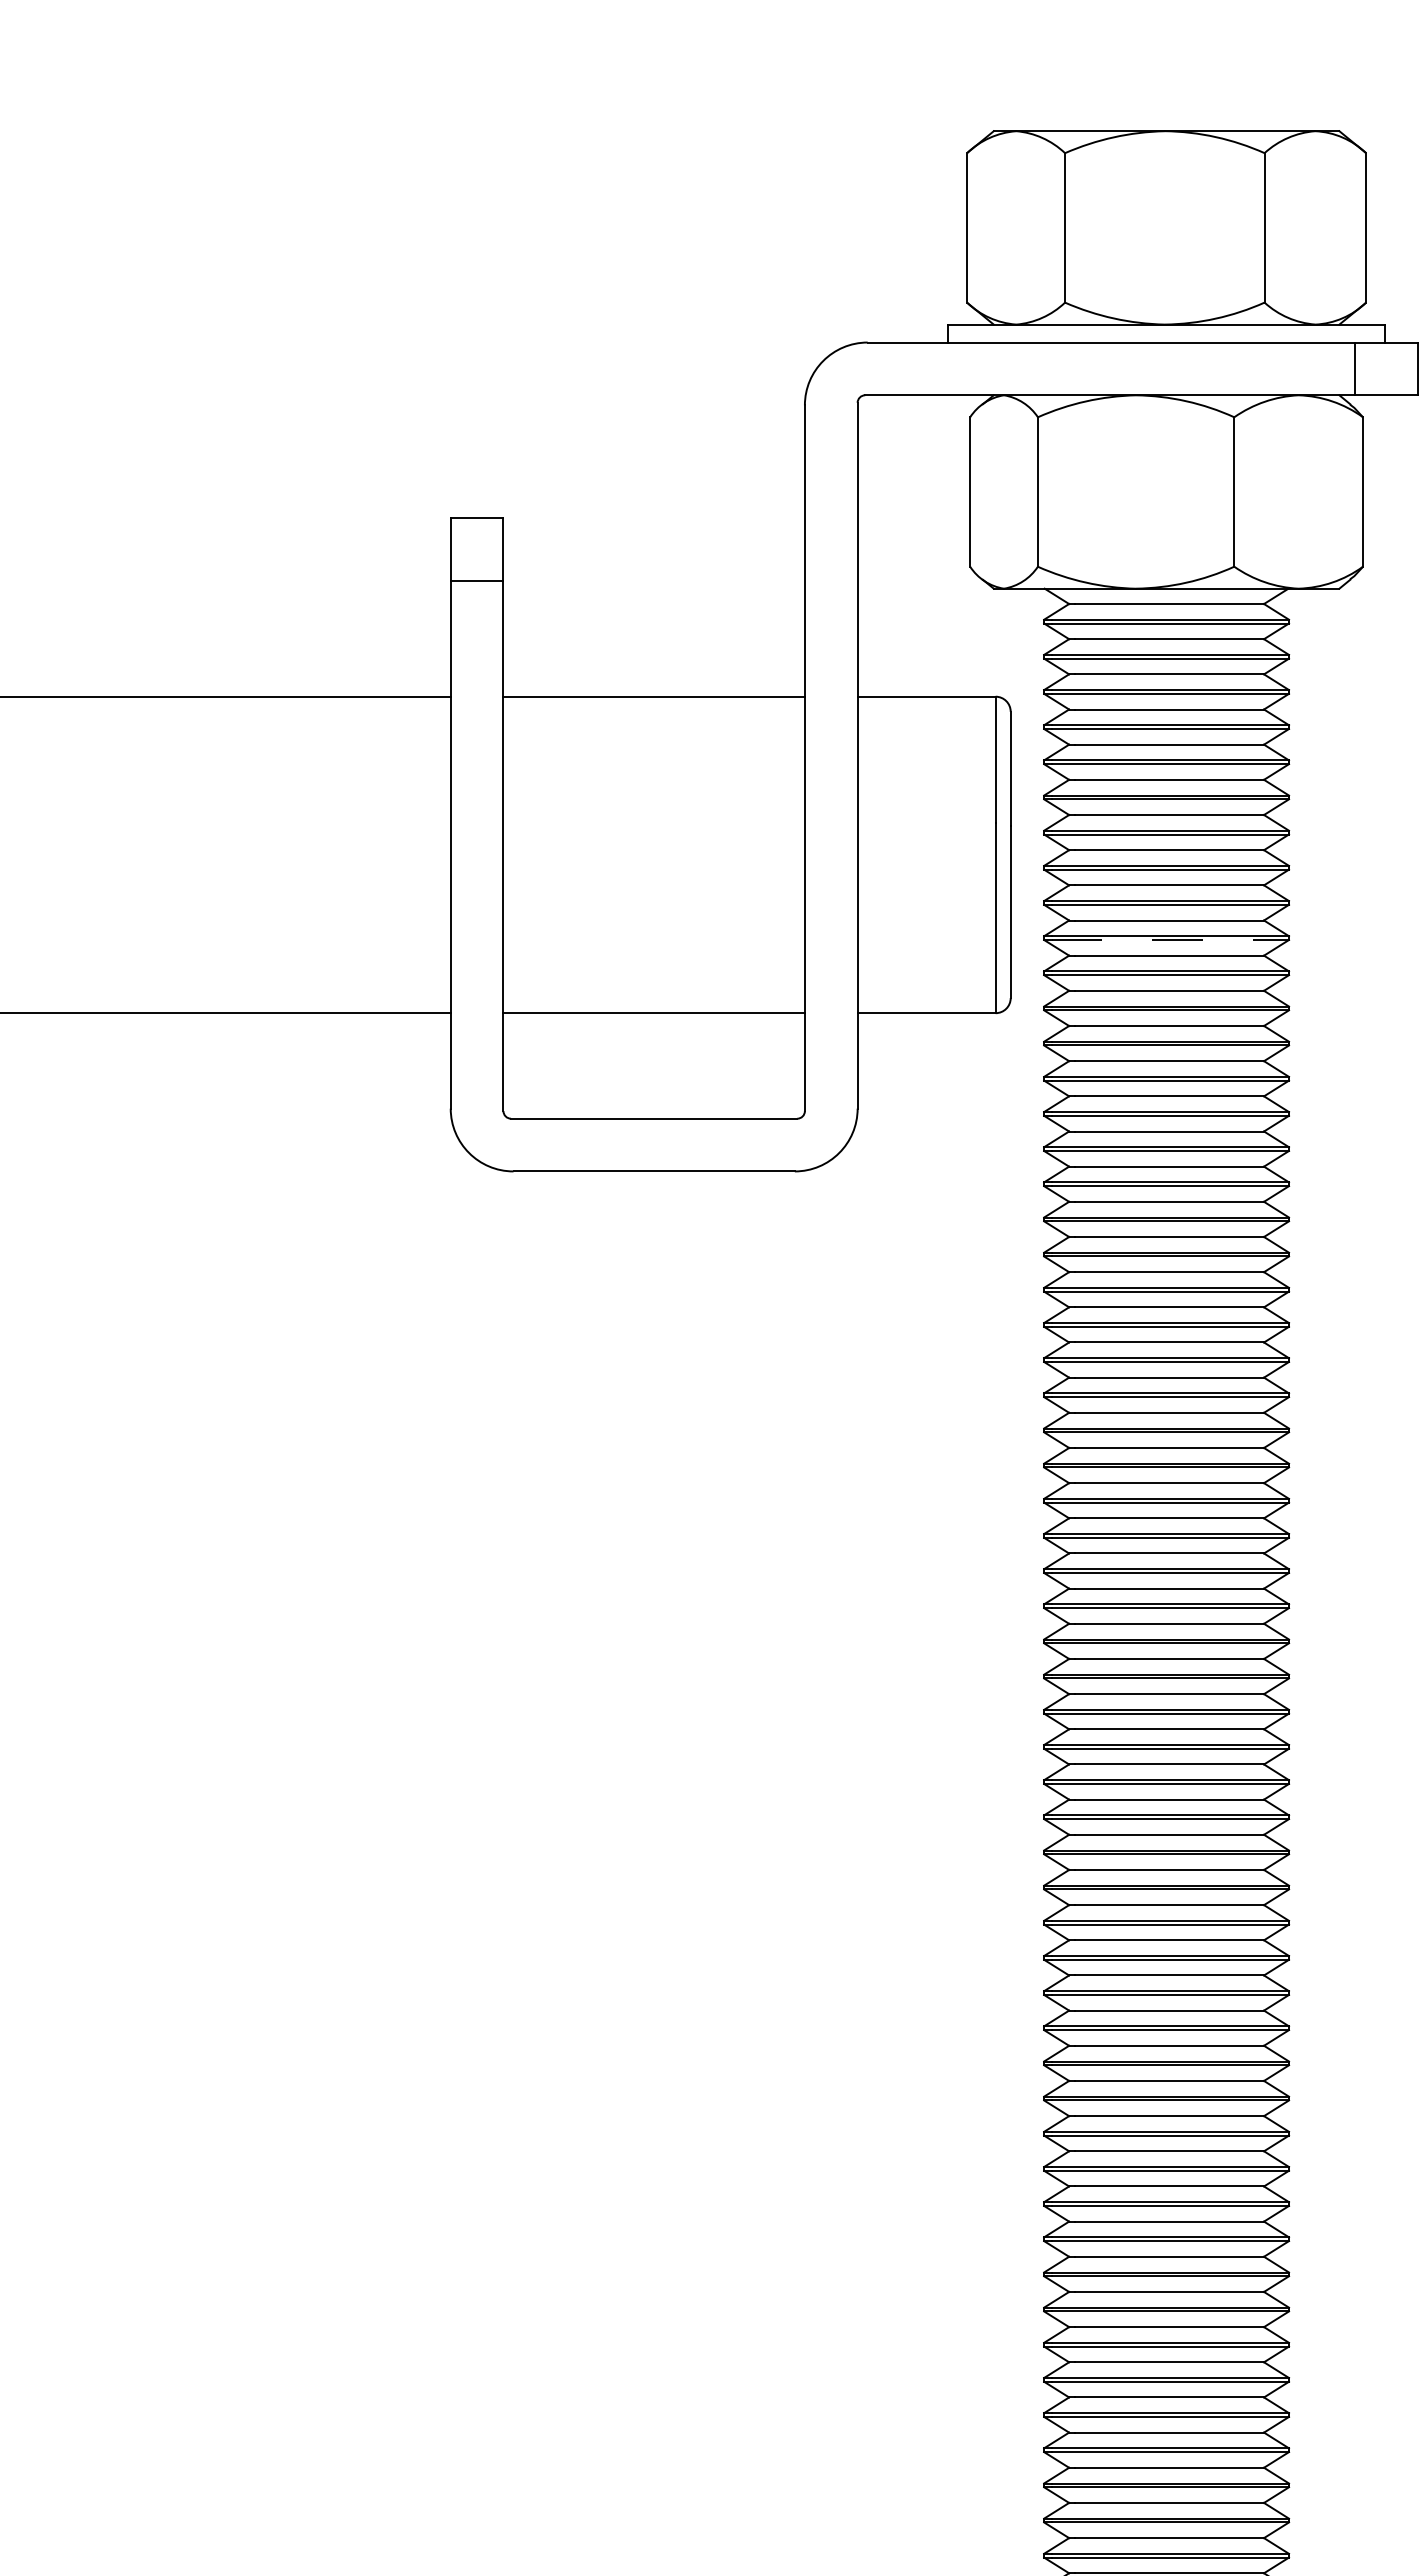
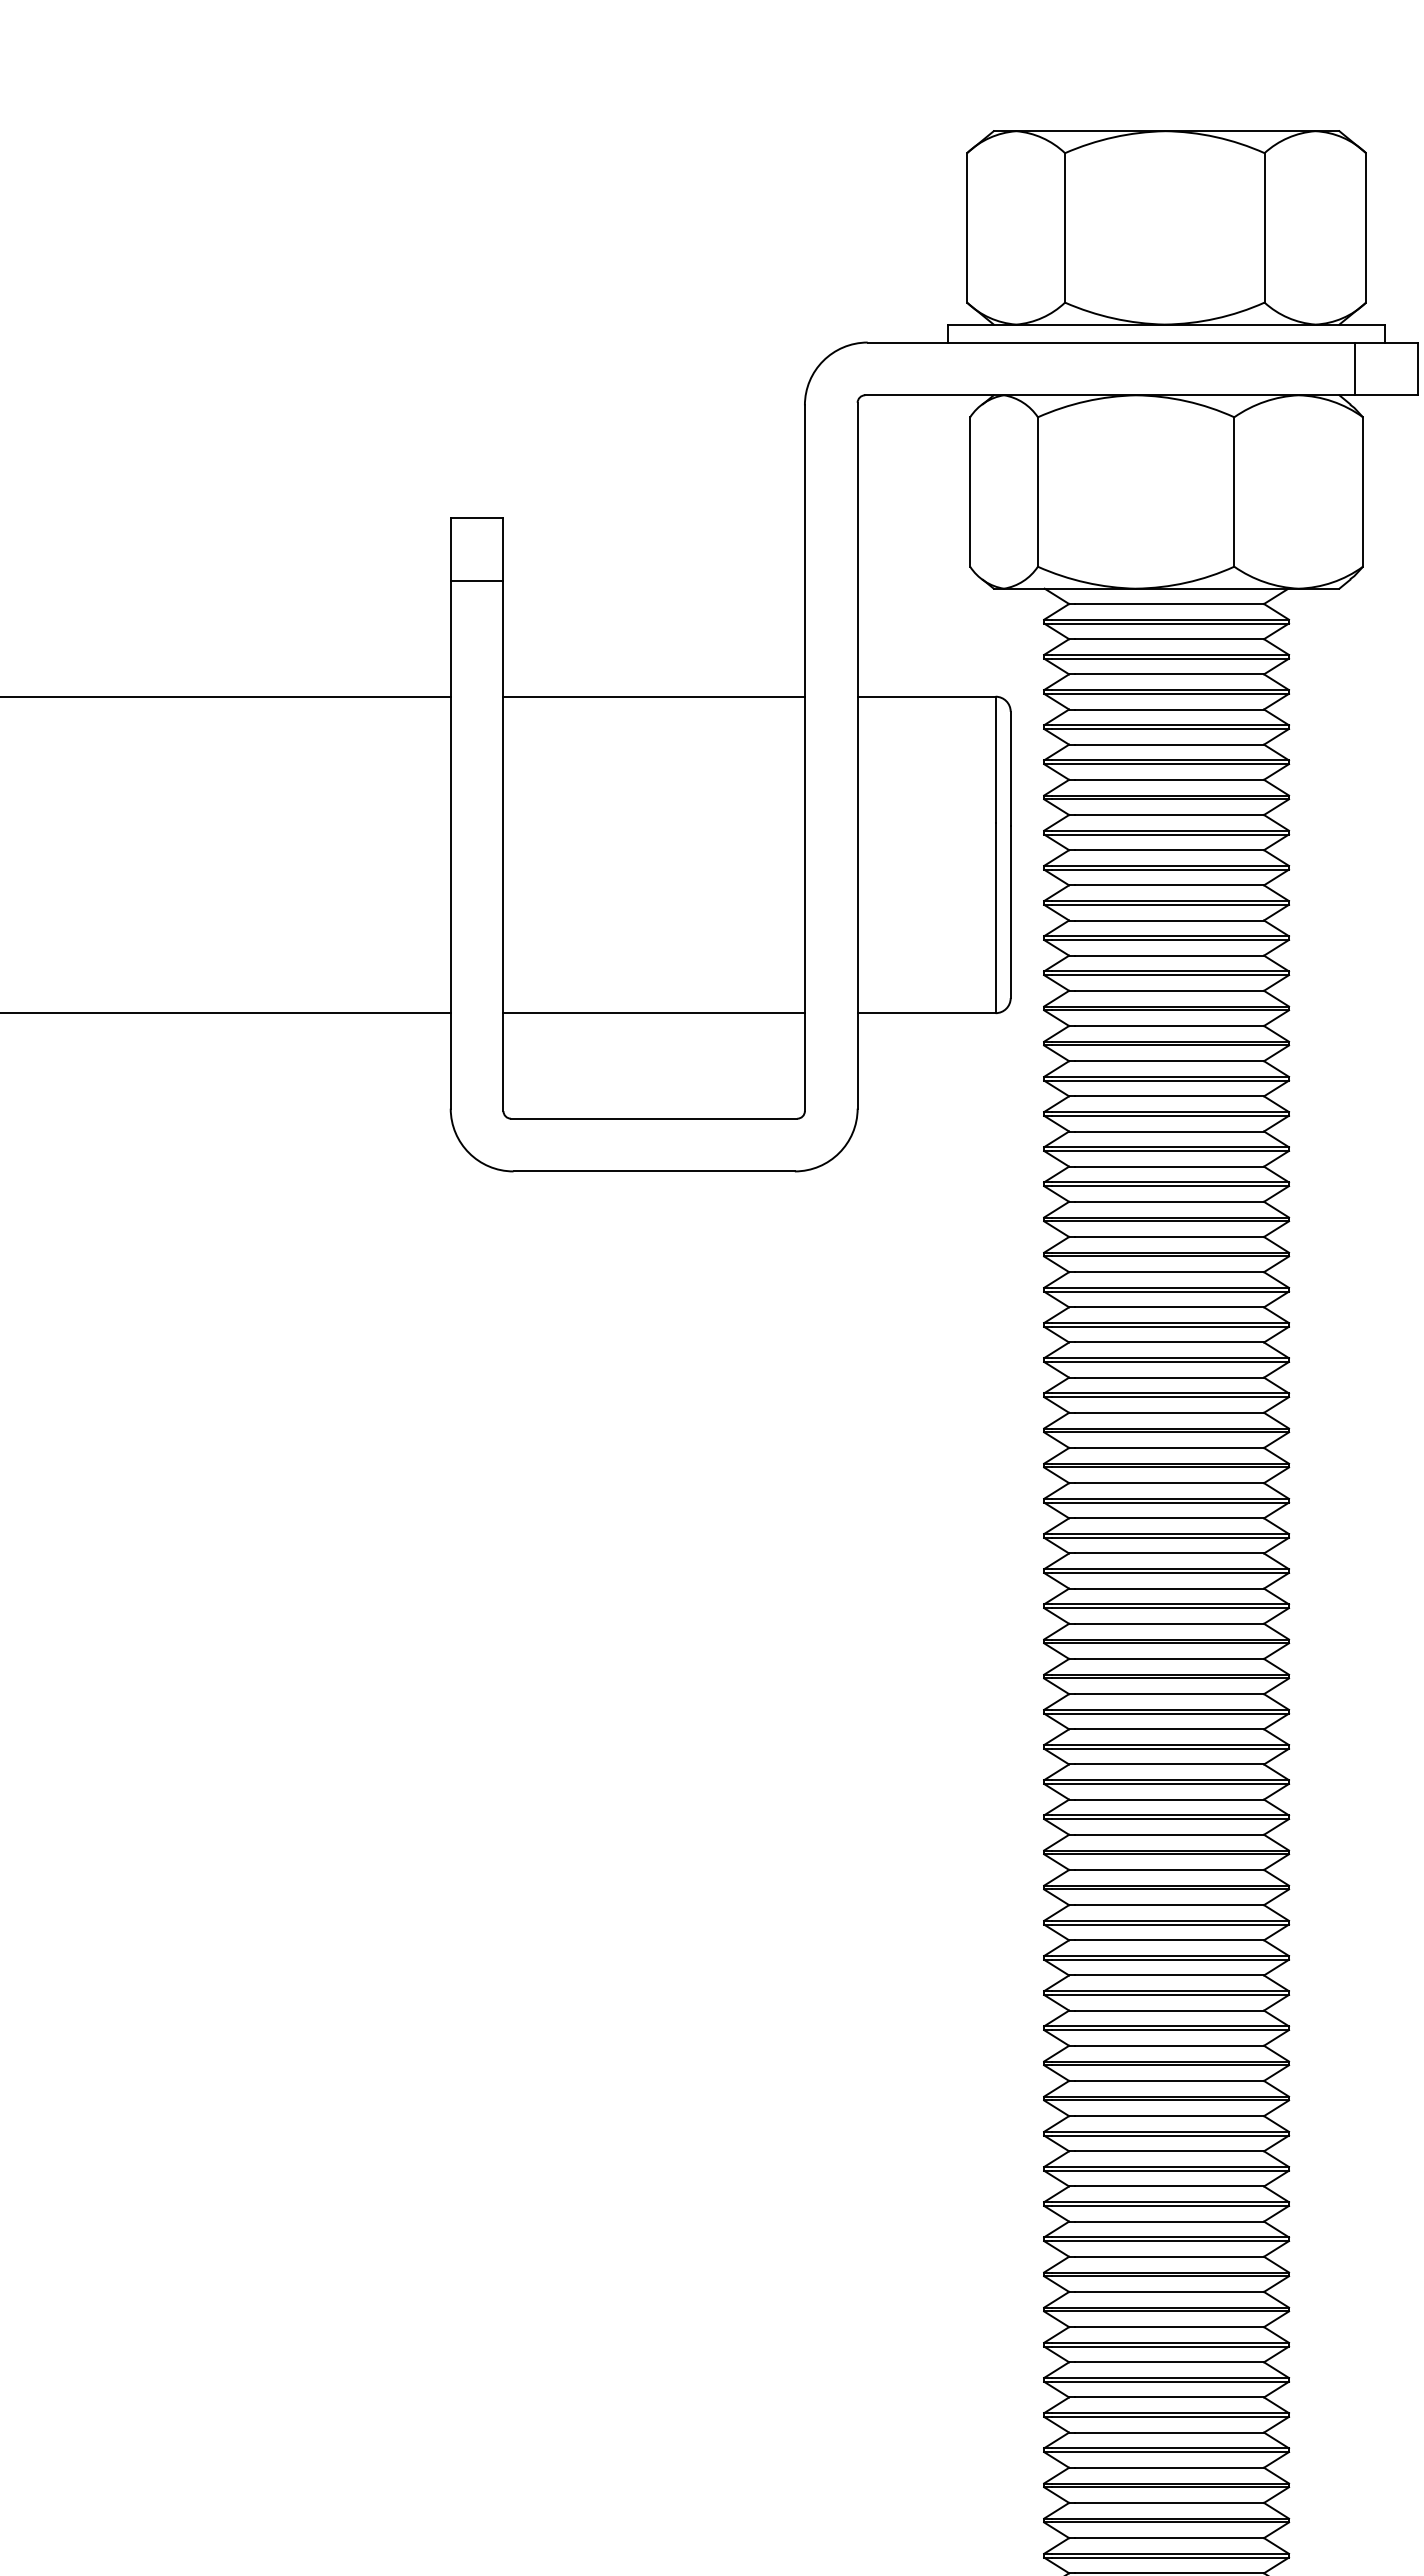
line at (1170, 940): dashed -> solid
